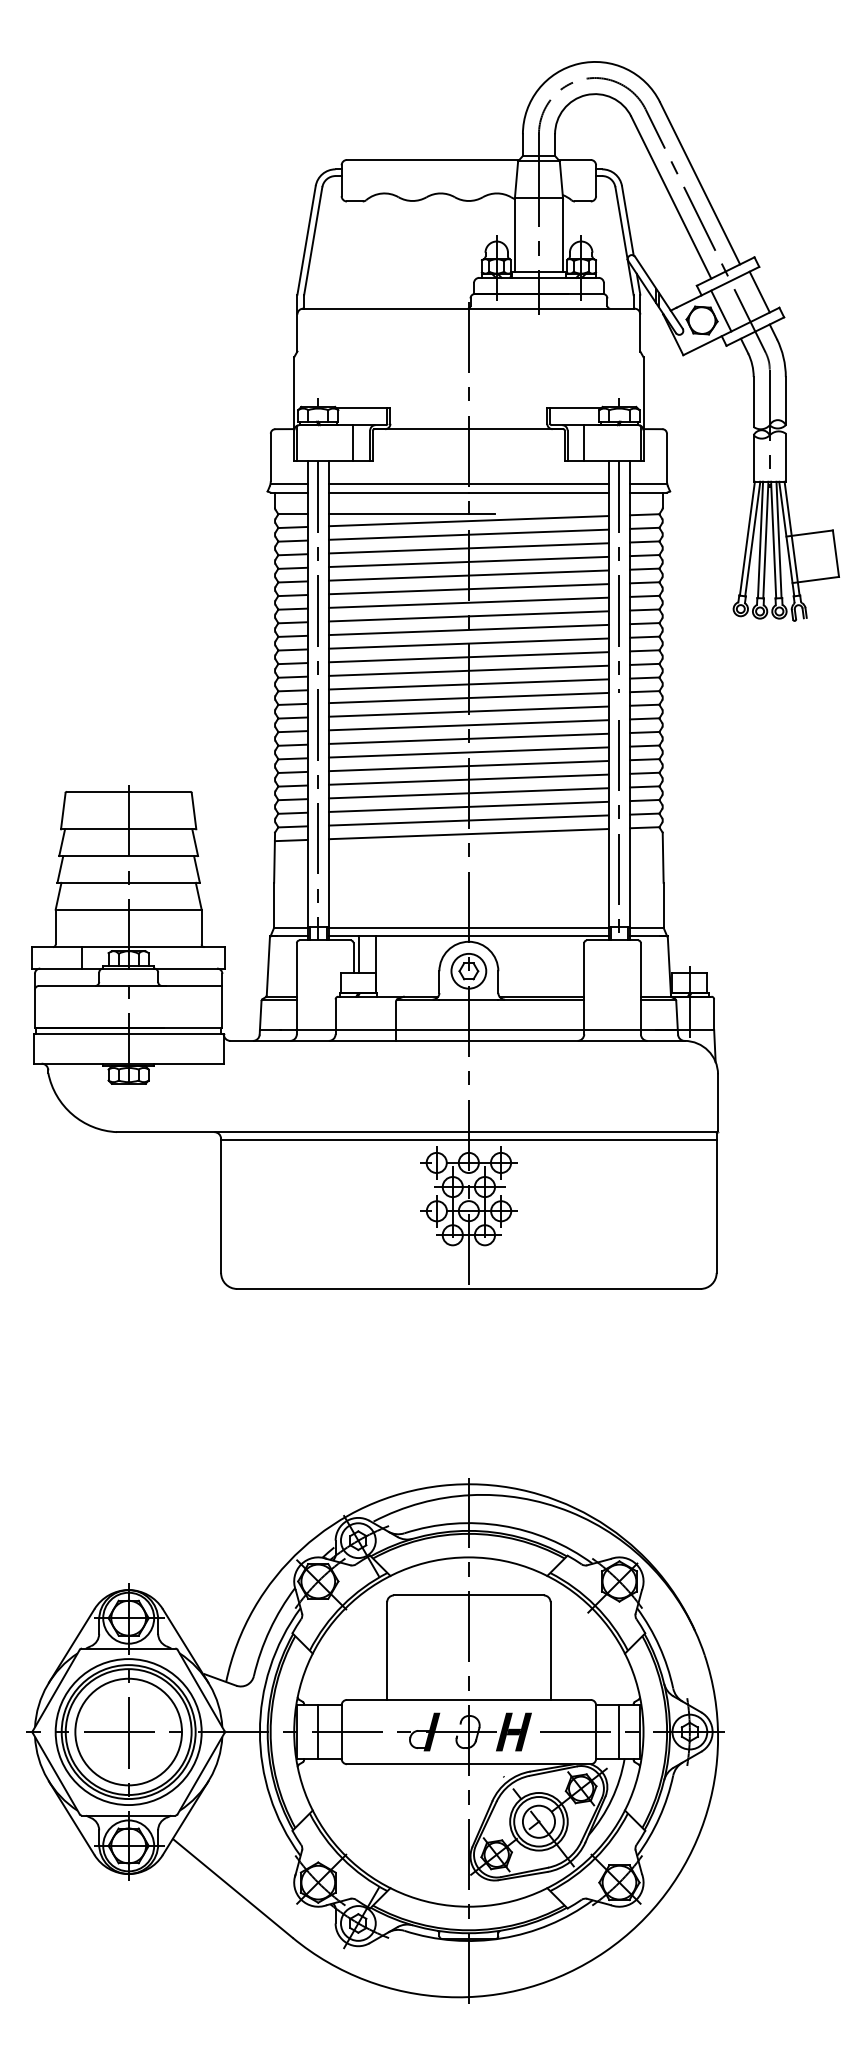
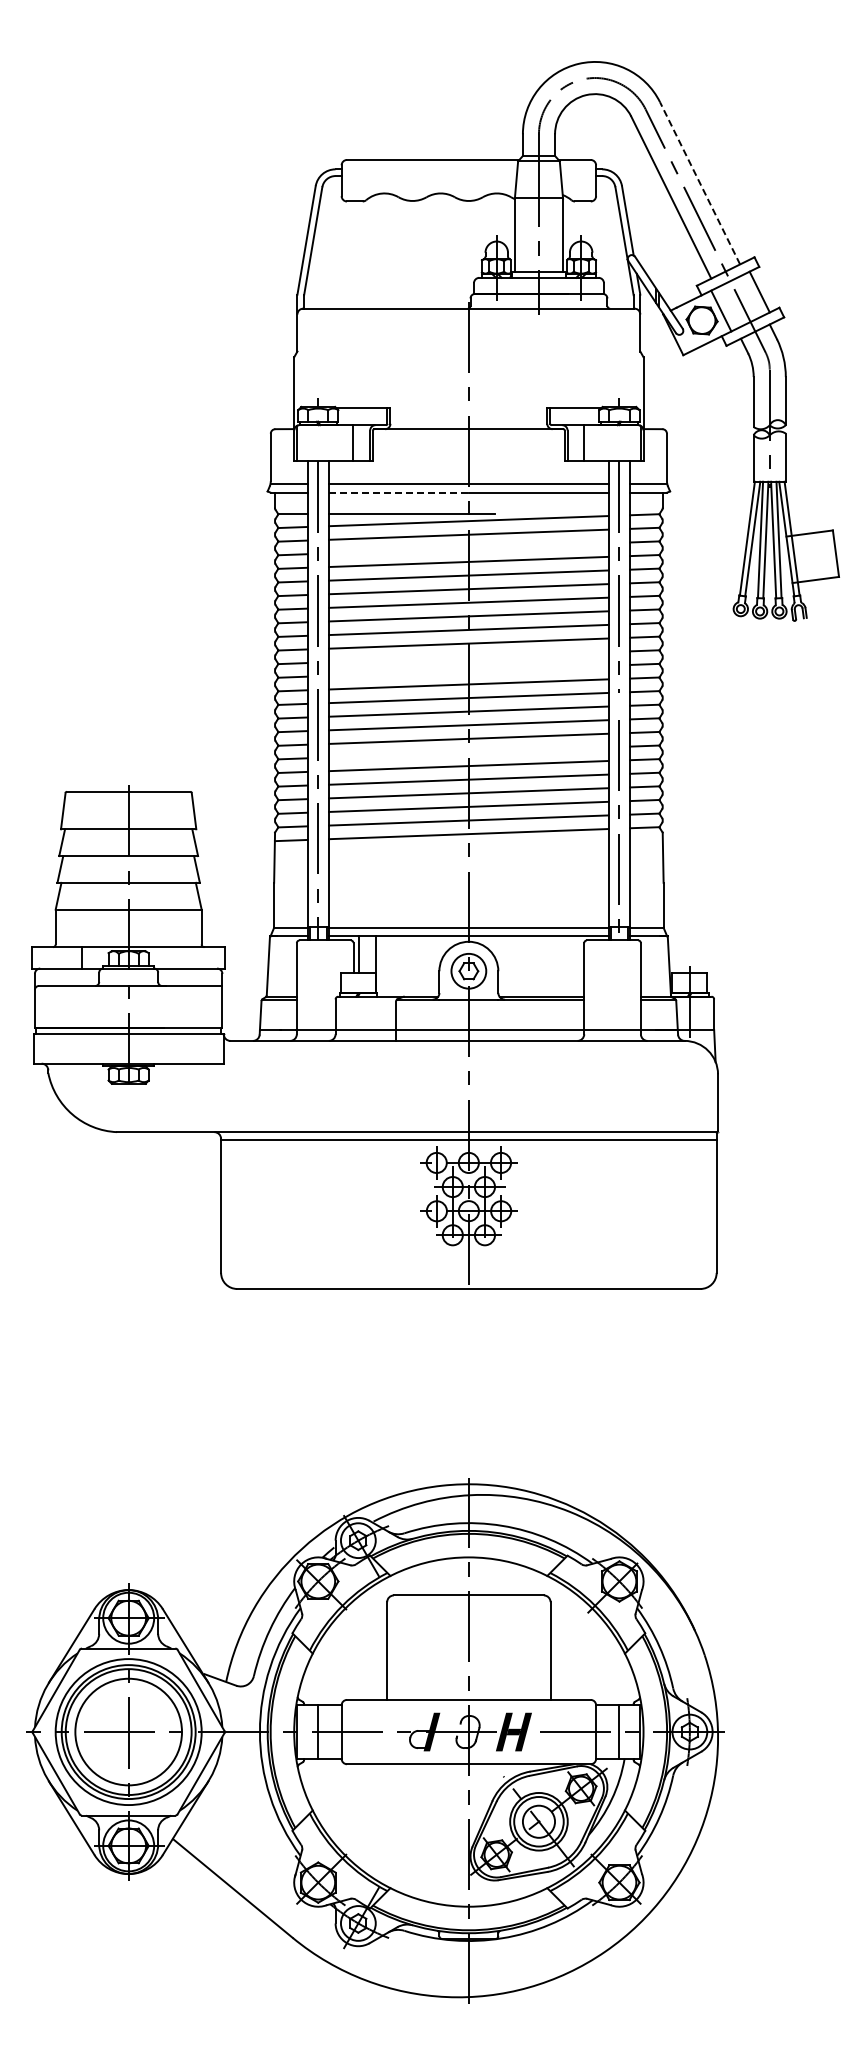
line at (699, 182): solid -> dashed
line at (398, 492): solid -> dashed
line at (468, 548): present -> none
line at (468, 657): present -> none
line at (468, 670): present -> none
line at (468, 752): present -> none
